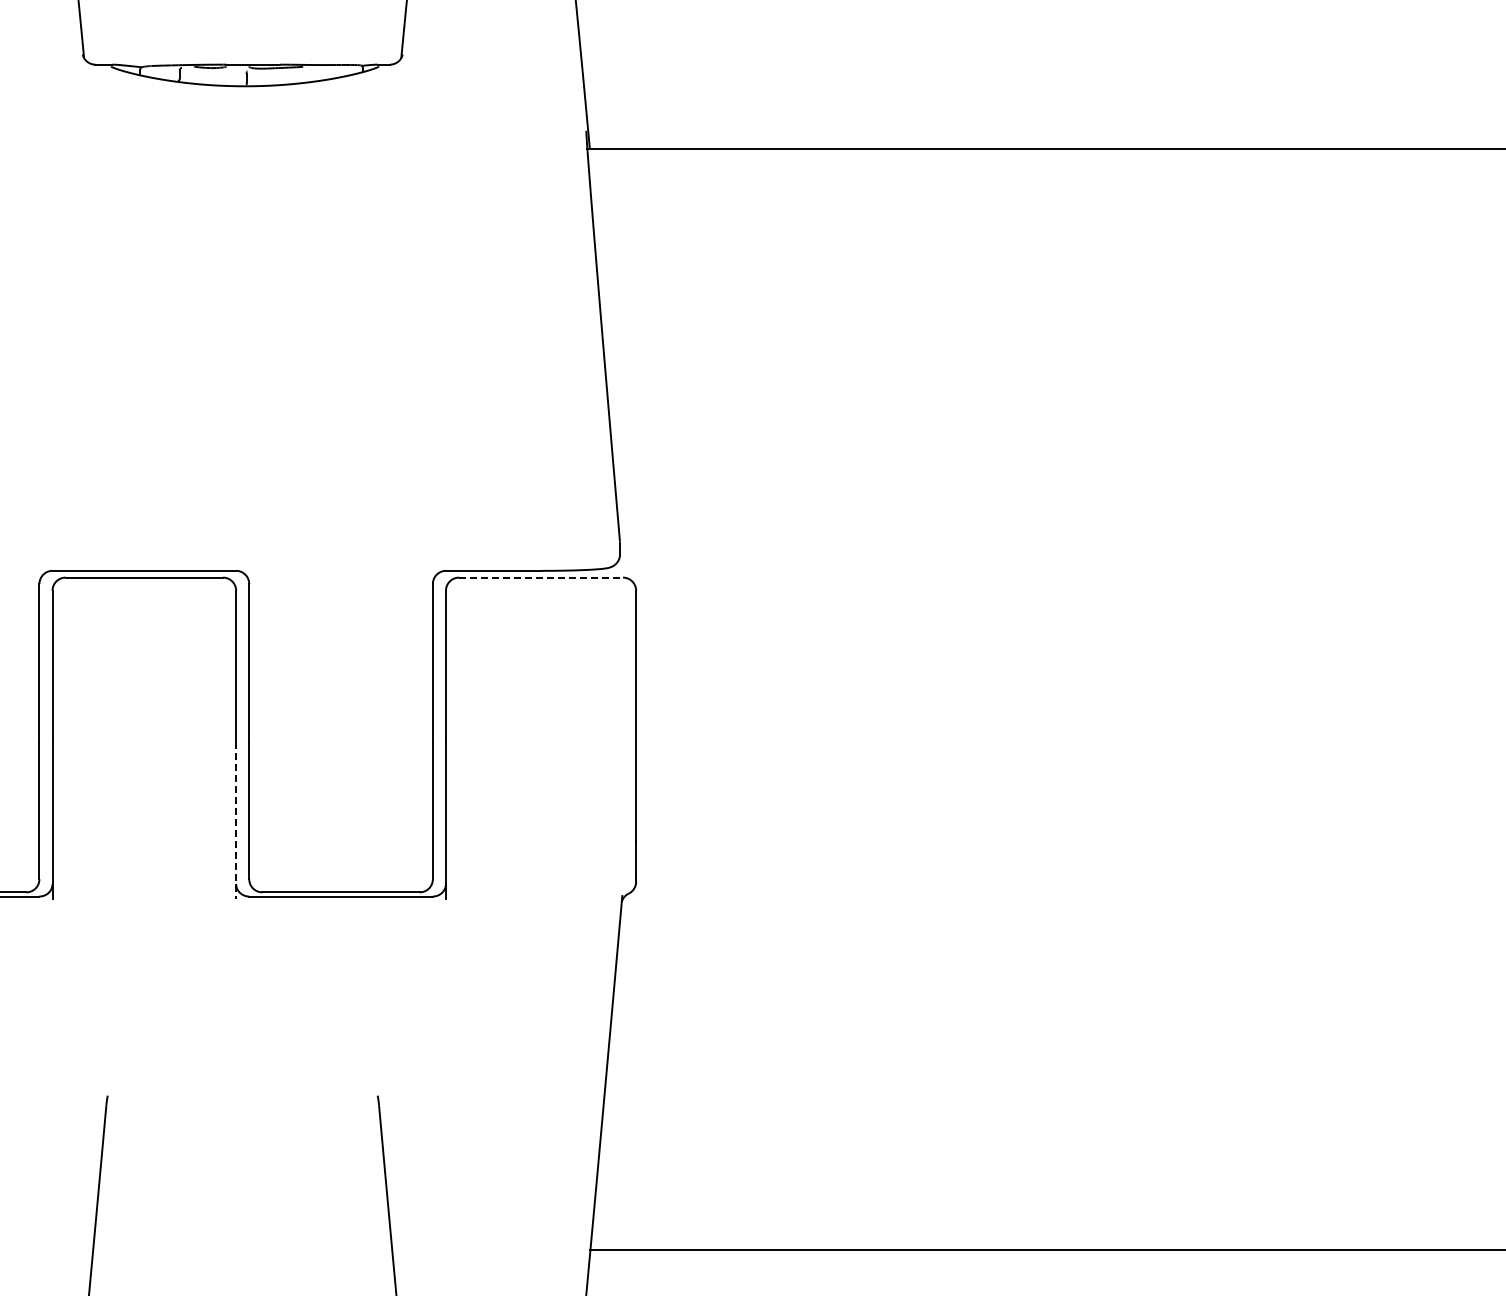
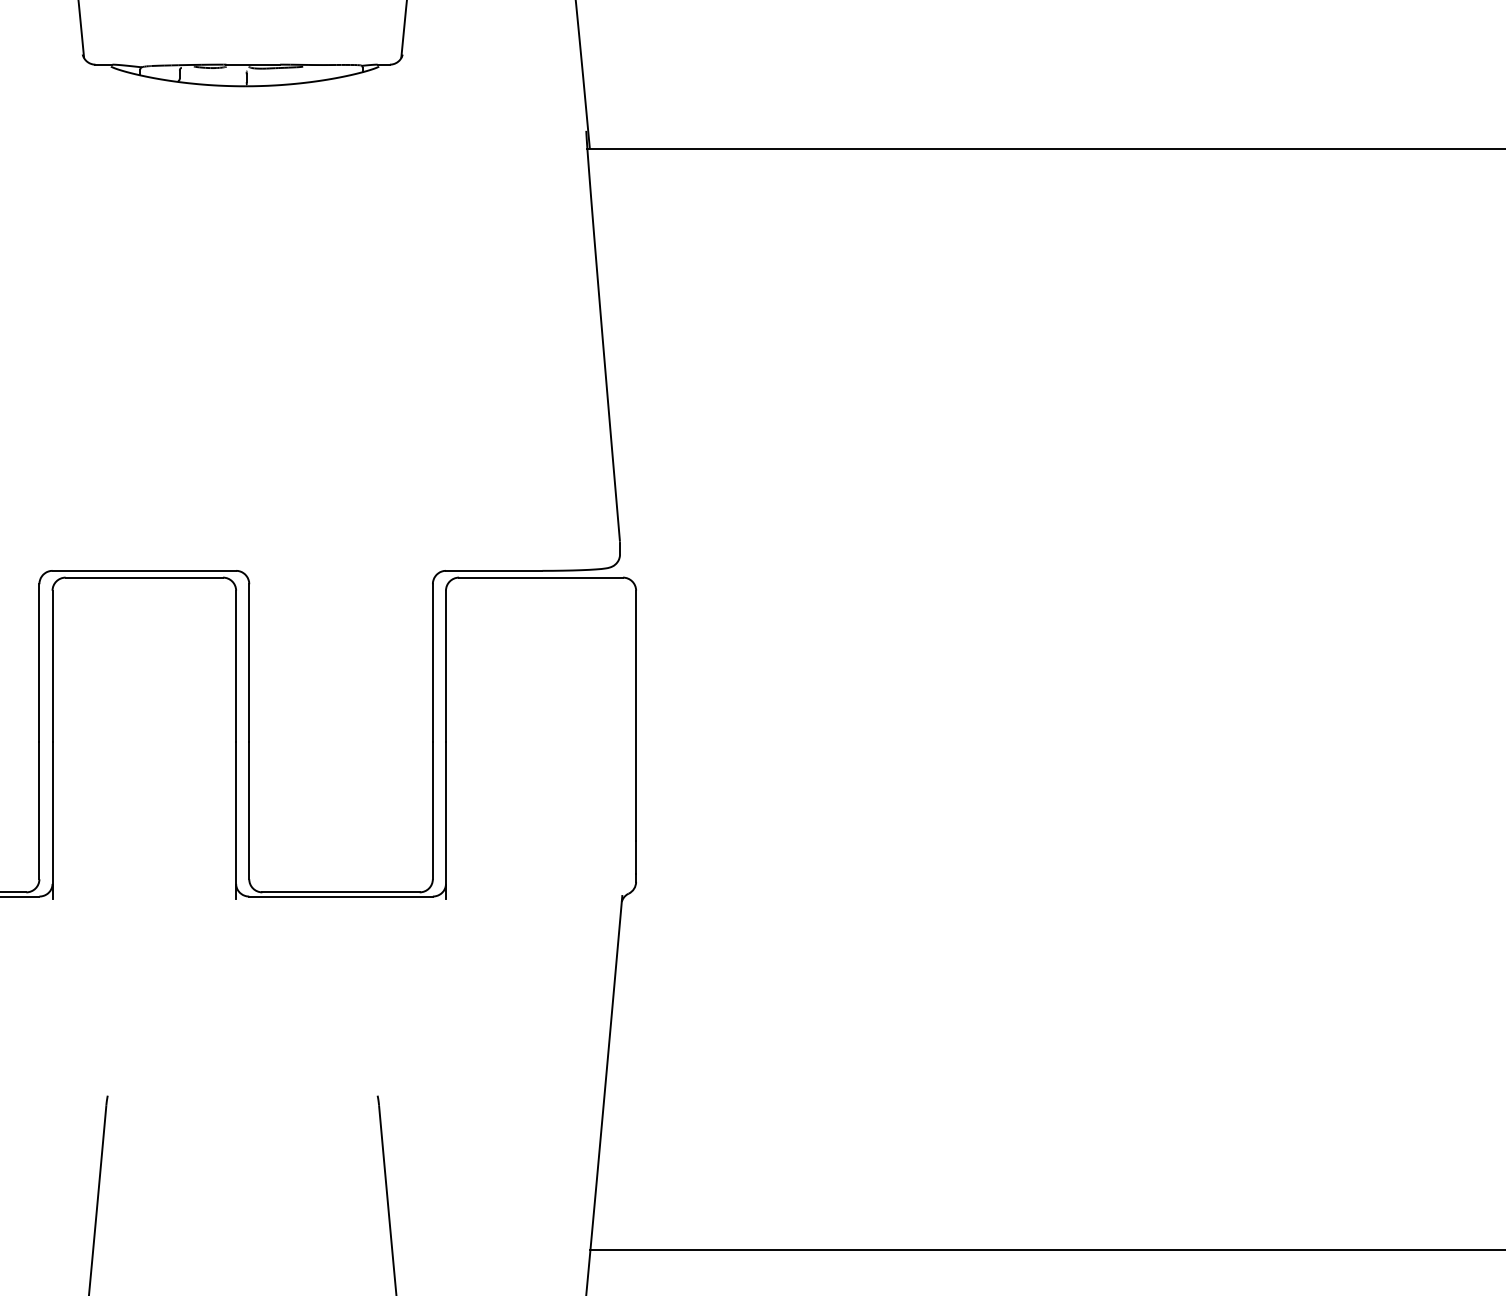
line at (541, 577): dashed -> solid
line at (236, 820): dashed -> solid
